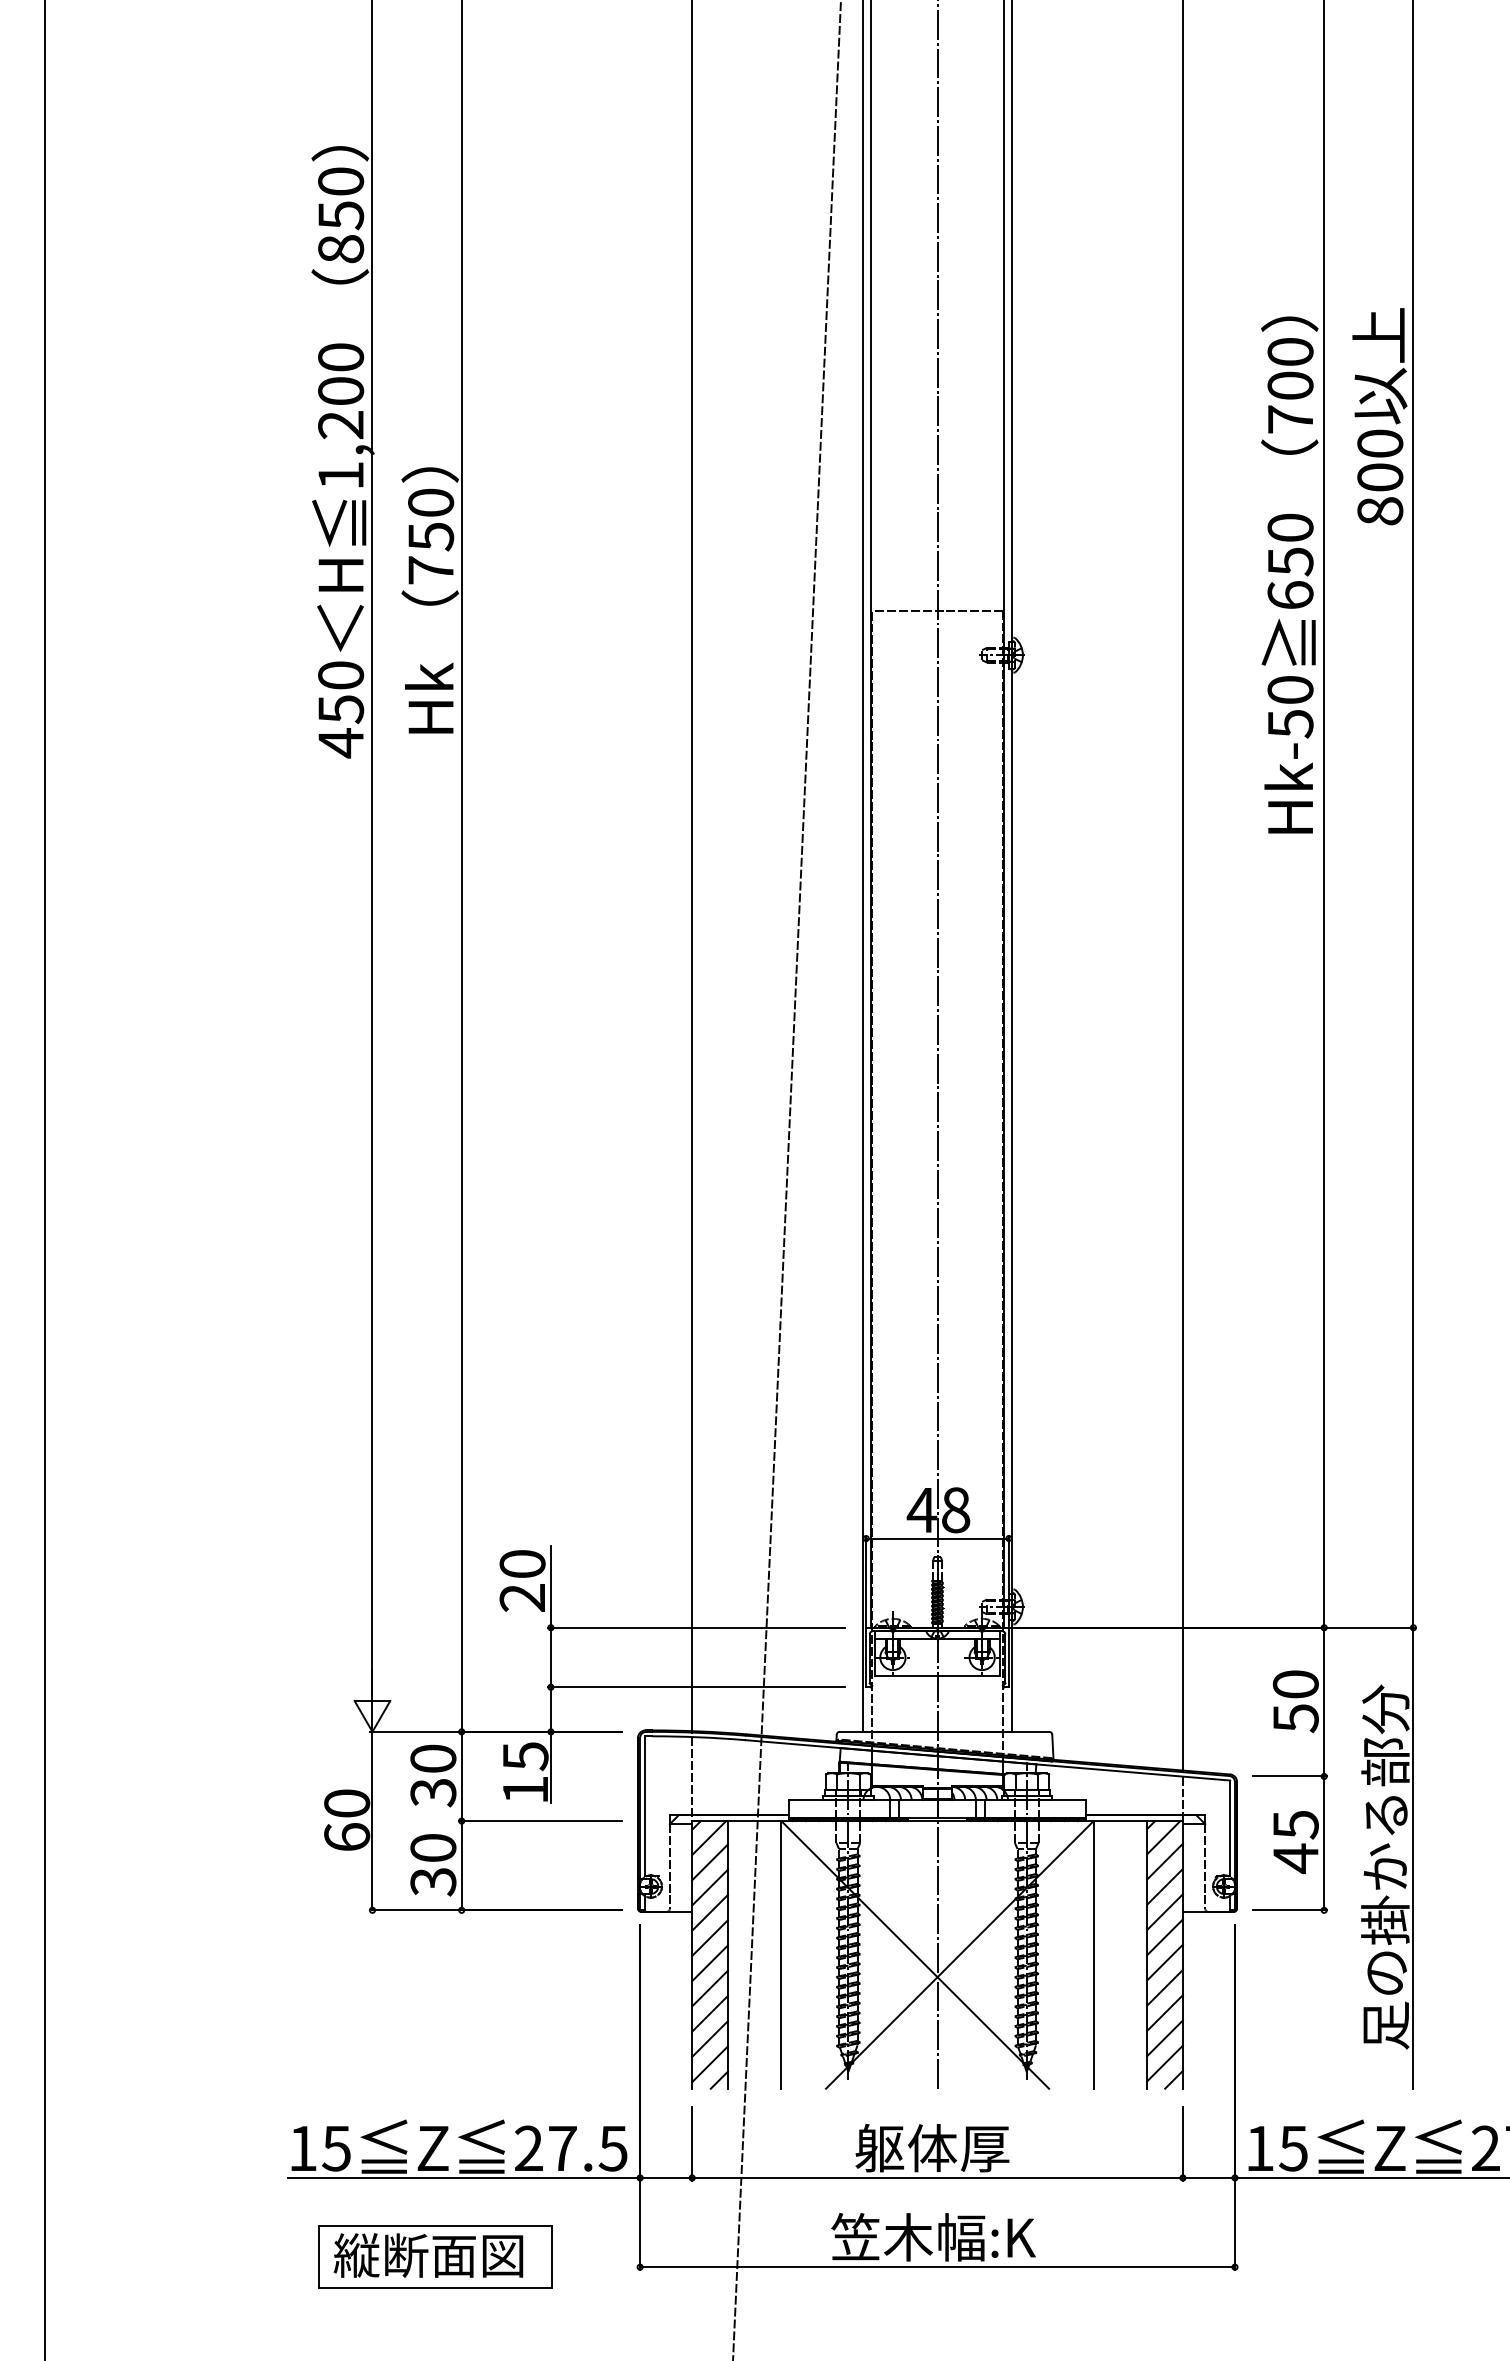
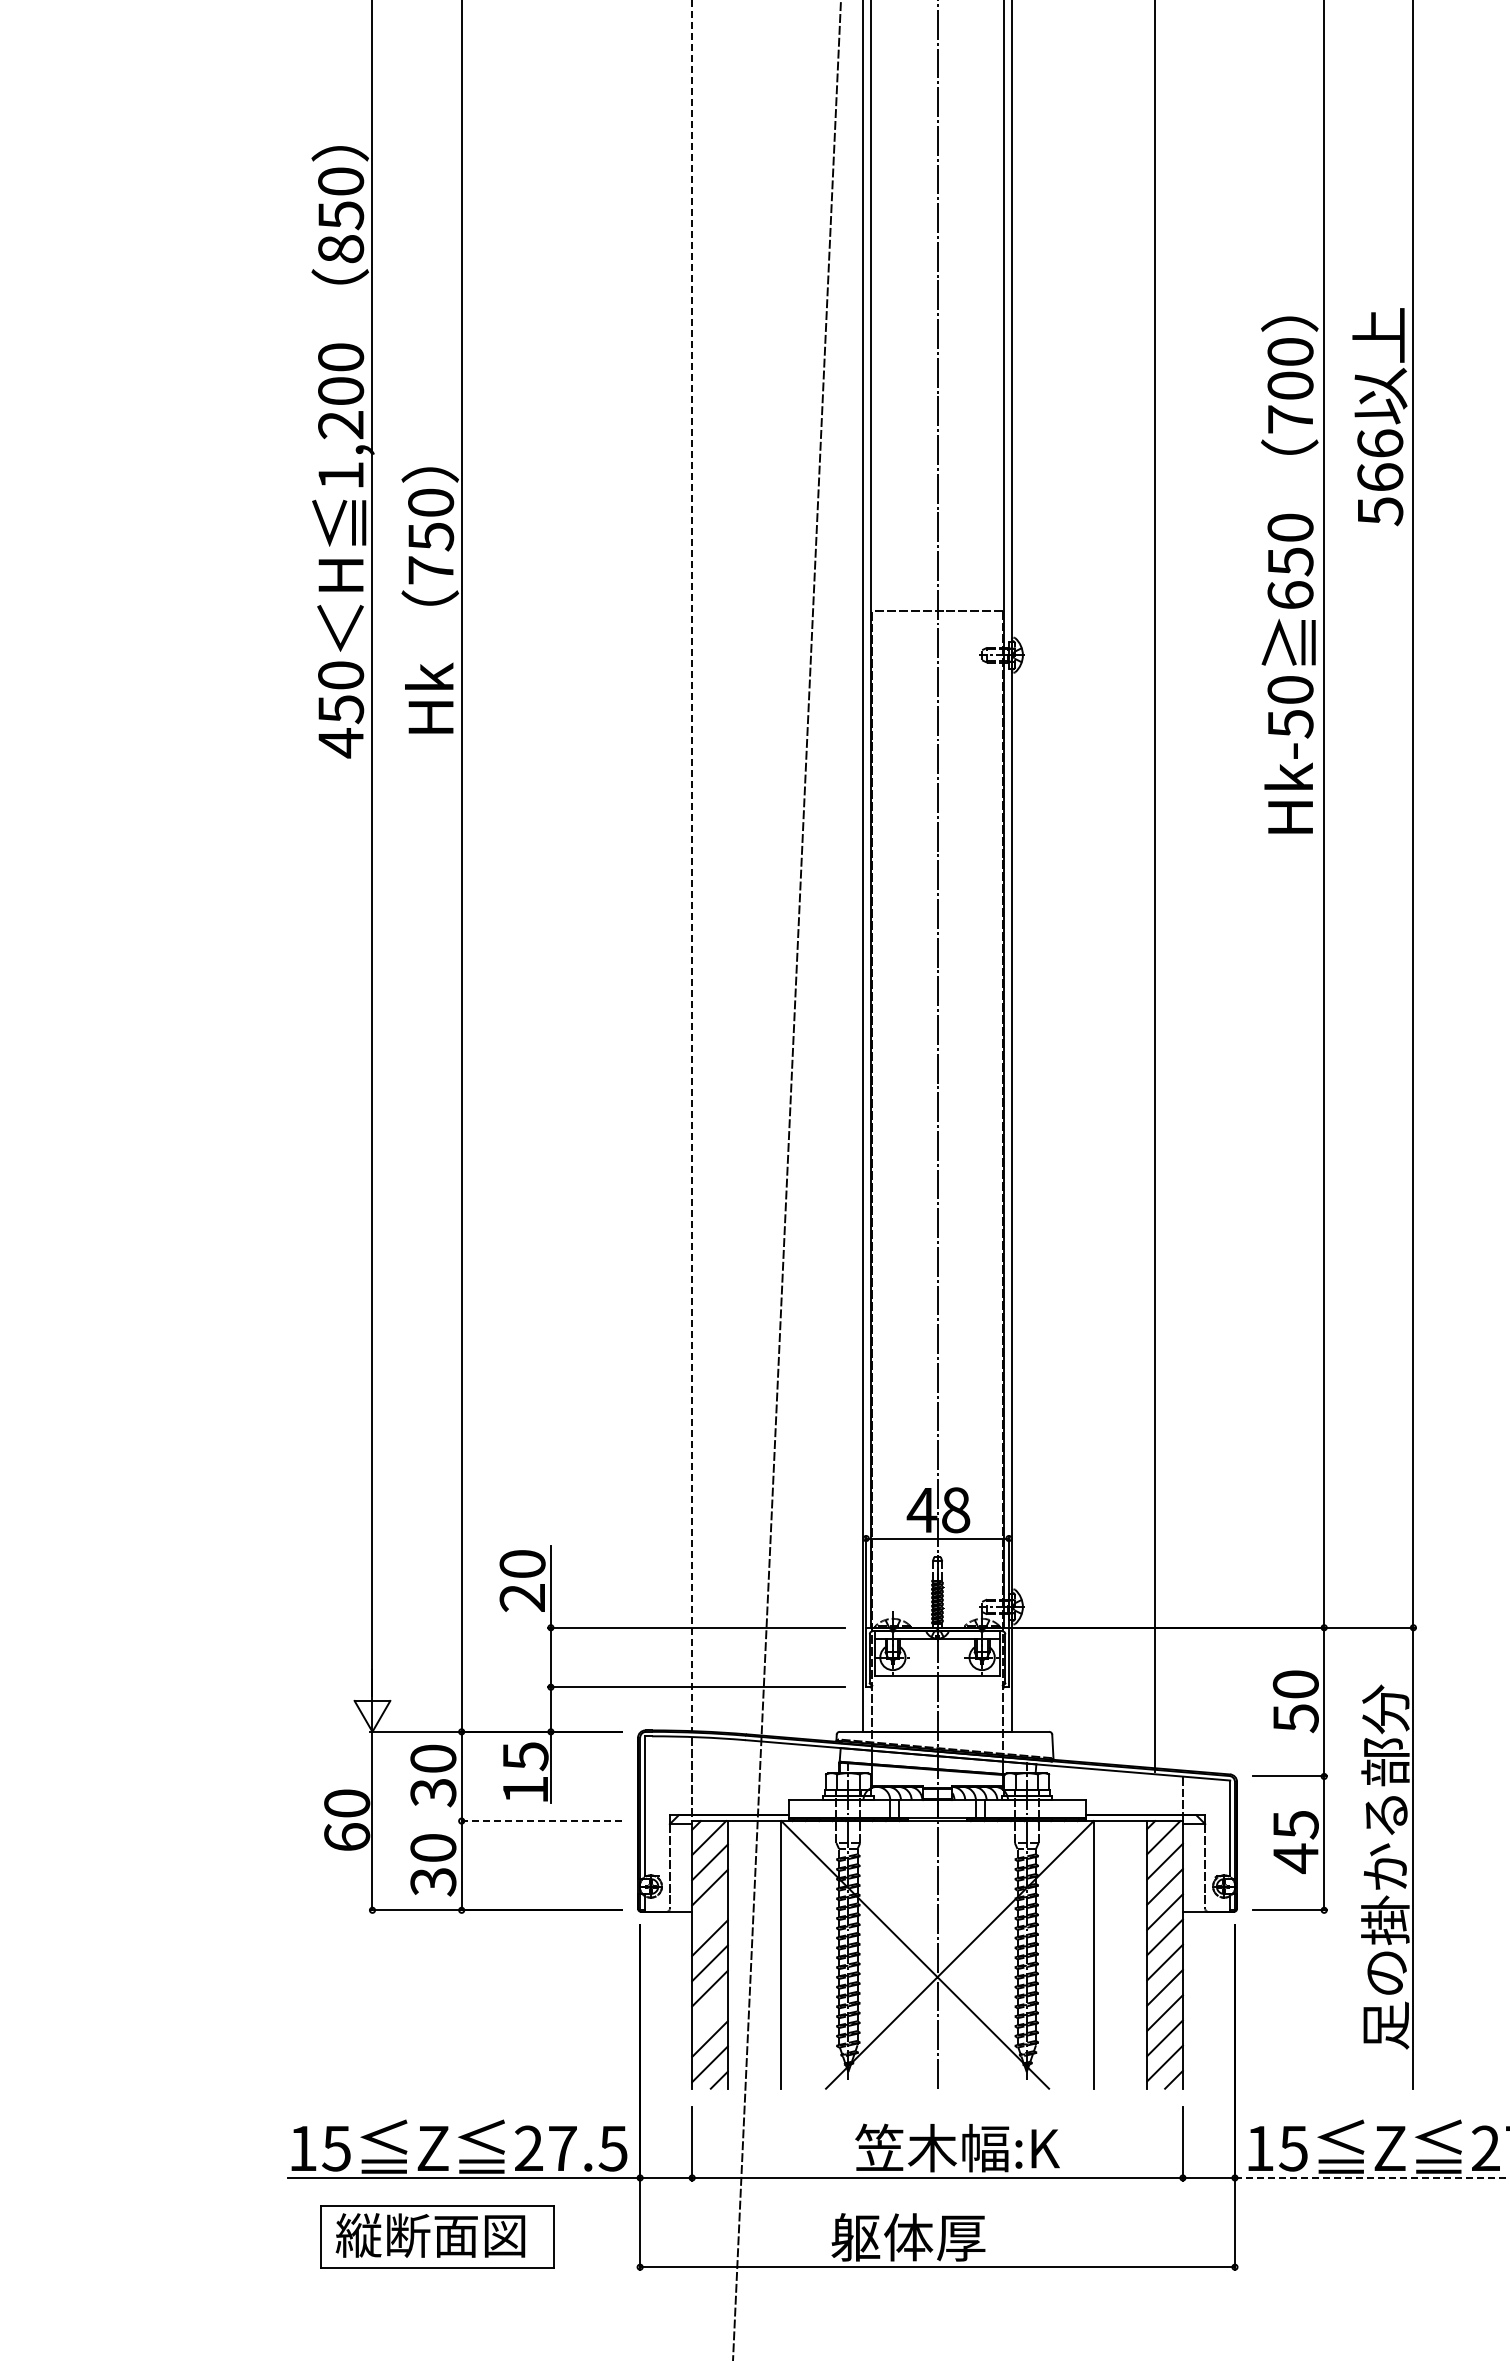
text at (1380, 477): 800 -> 566
line at (692, 866): solid -> dashed
line at (1182, 887) position: (1182, 887) -> (1154, 887)
line at (45, 1179): present -> none
line at (540, 1821): solid -> dashed
line at (709, 1912): present -> none
line at (709, 2013): present -> none
text at (957, 2147): 躯体厚 -> 笠木幅:K
line at (1372, 2177): solid -> dashed
text at (933, 2237): 笠木幅:K -> 躯体厚
part at (435, 2256) position: (435, 2256) -> (437, 2236)
